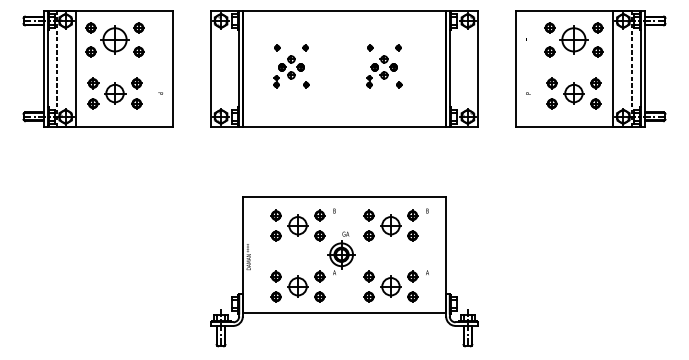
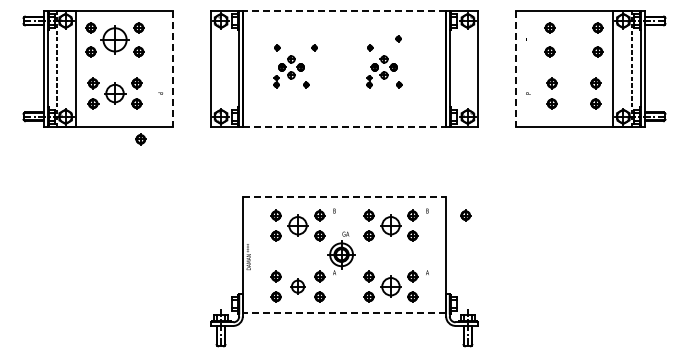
line at (344, 10): solid -> dashed
part at (573, 39): present -> none
part at (305, 47) position: (305, 47) -> (314, 47)
part at (398, 47) position: (398, 47) -> (398, 38)
line at (173, 69): solid -> dashed
line at (515, 69): solid -> dashed
part at (573, 93): present -> none
line at (344, 127): solid -> dashed
part at (140, 139): none -> present
line at (344, 196): solid -> dashed
part at (465, 215): none -> present
part at (297, 286) size: 22x23 px -> 16x17 px
line at (344, 312): solid -> dashed
